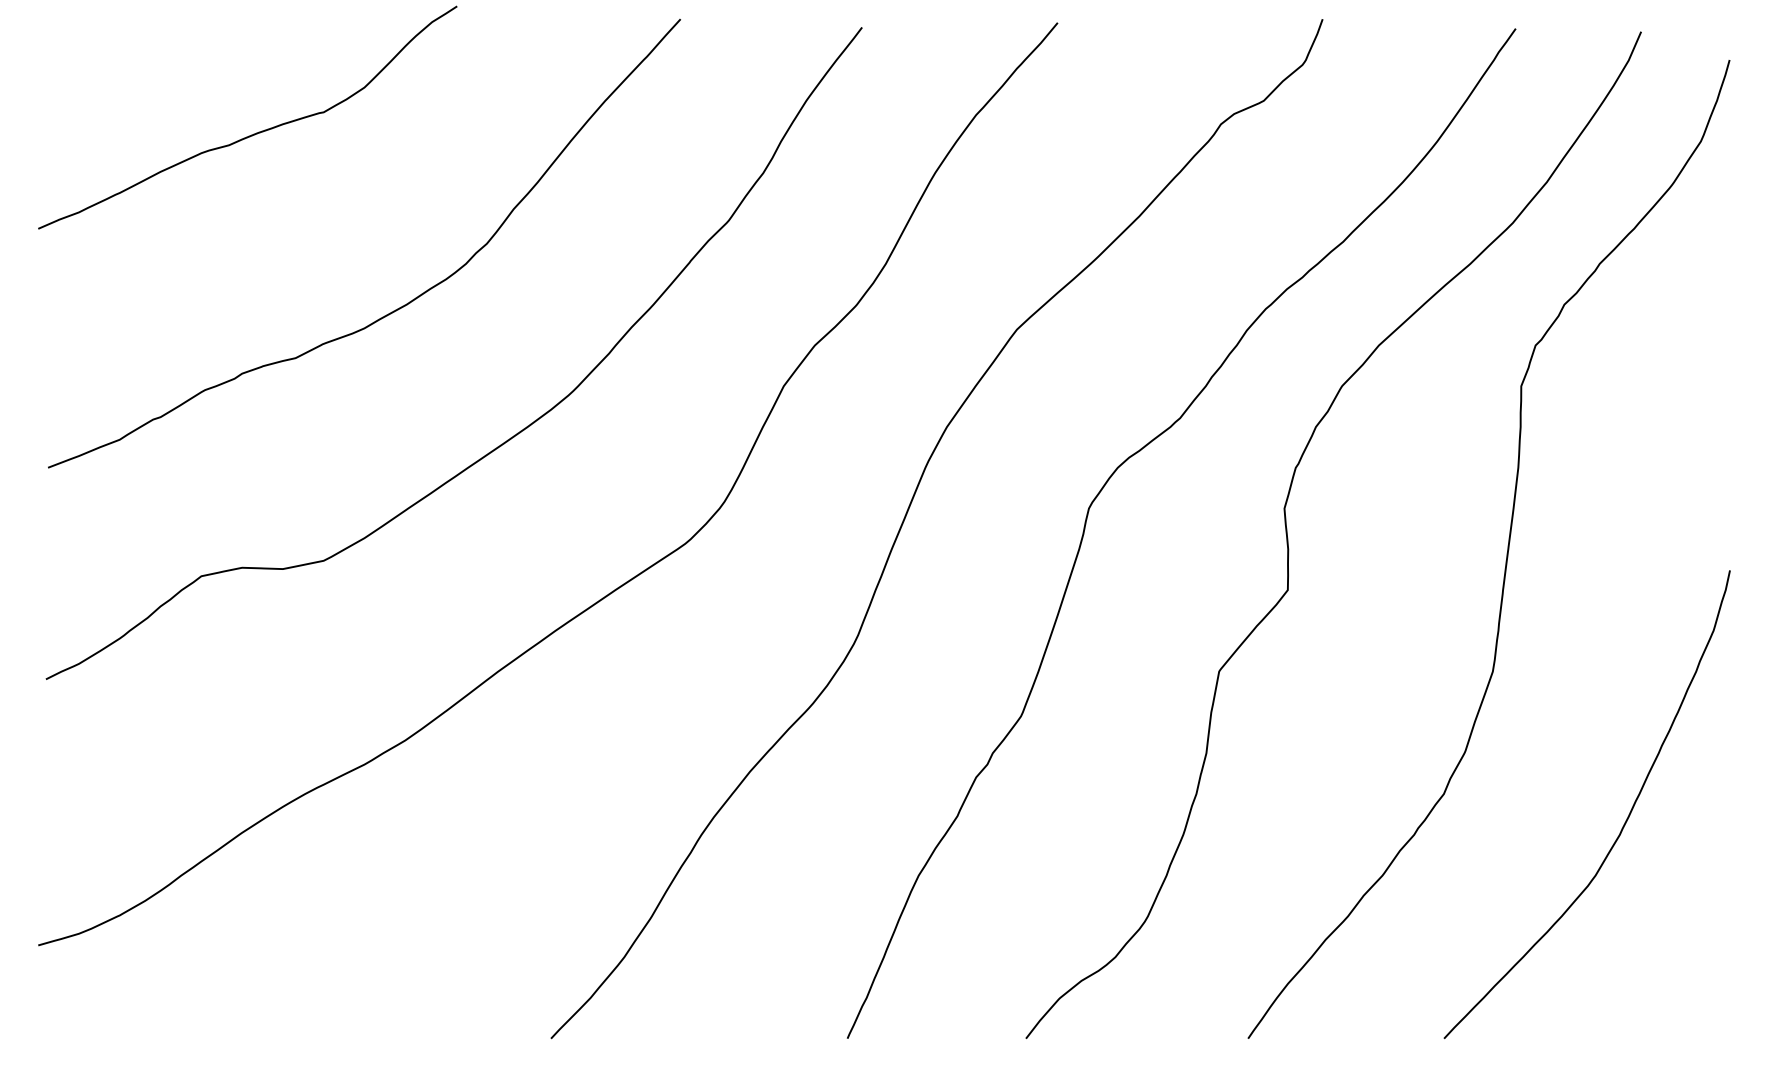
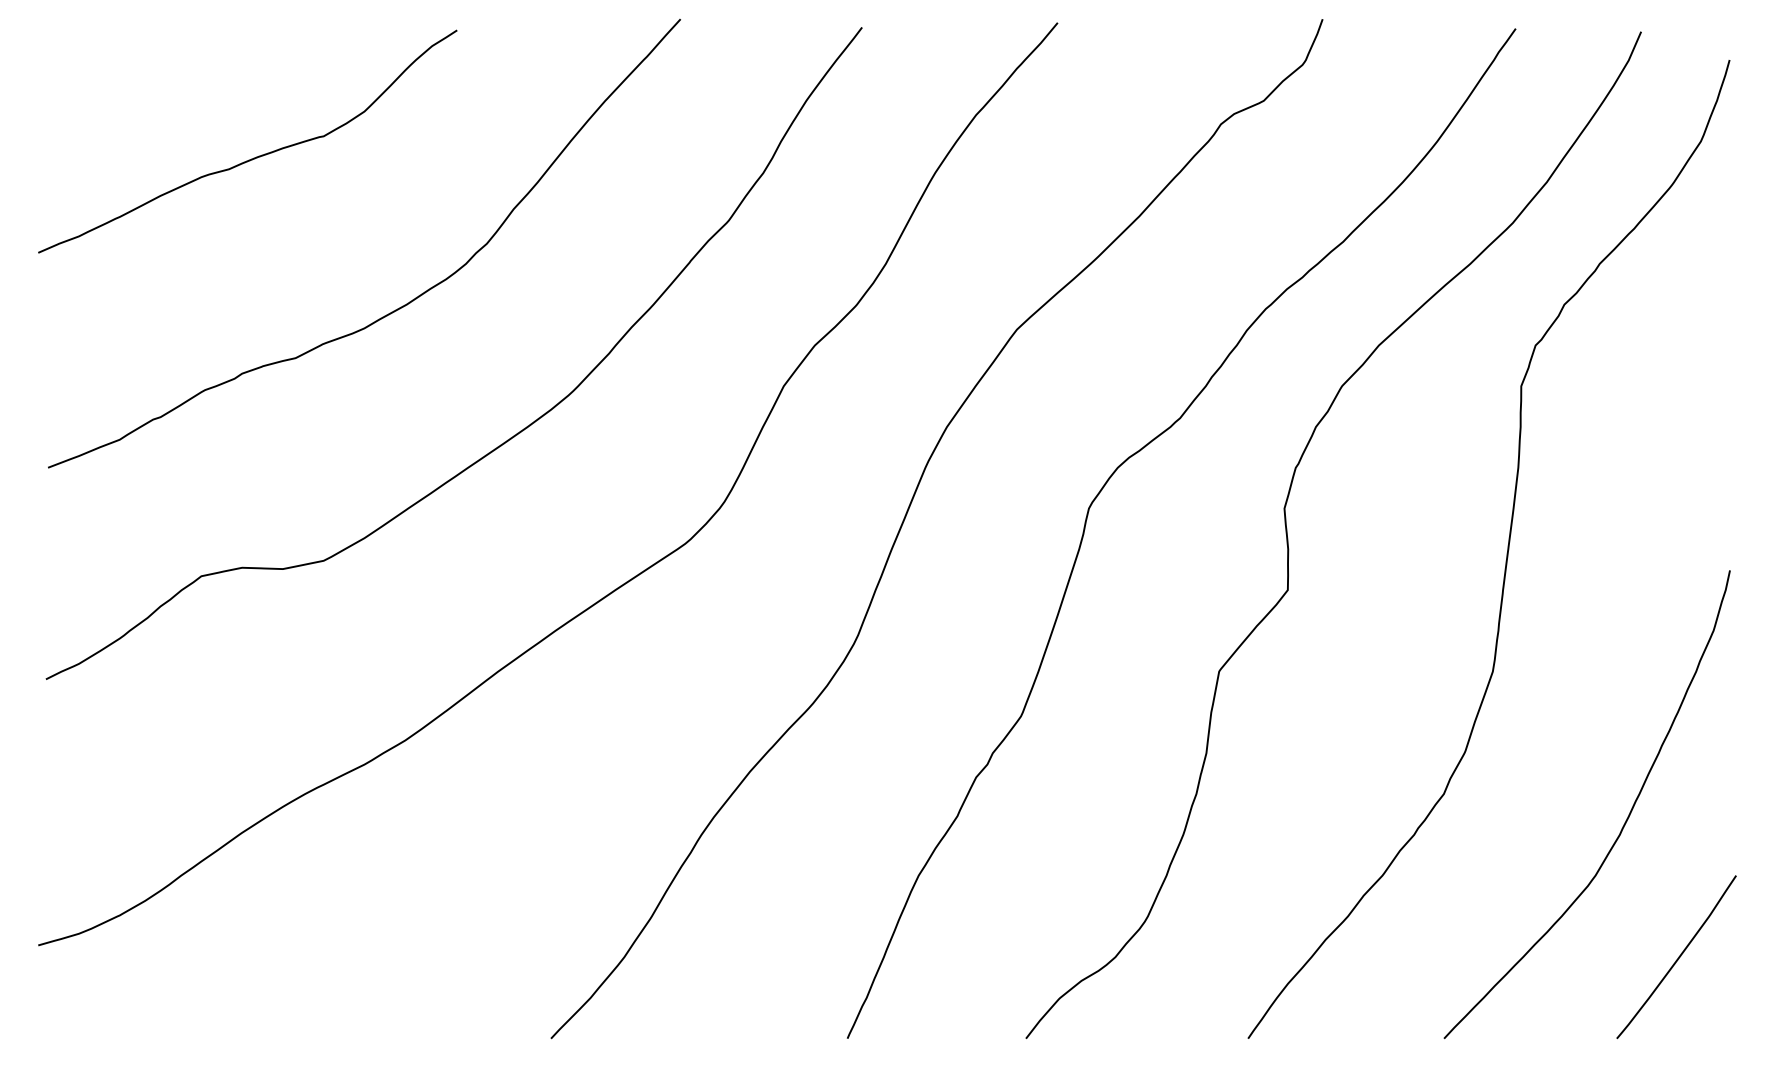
curve at (253, 133) position: (253, 133) -> (253, 157)
curve at (1677, 958): none -> present
